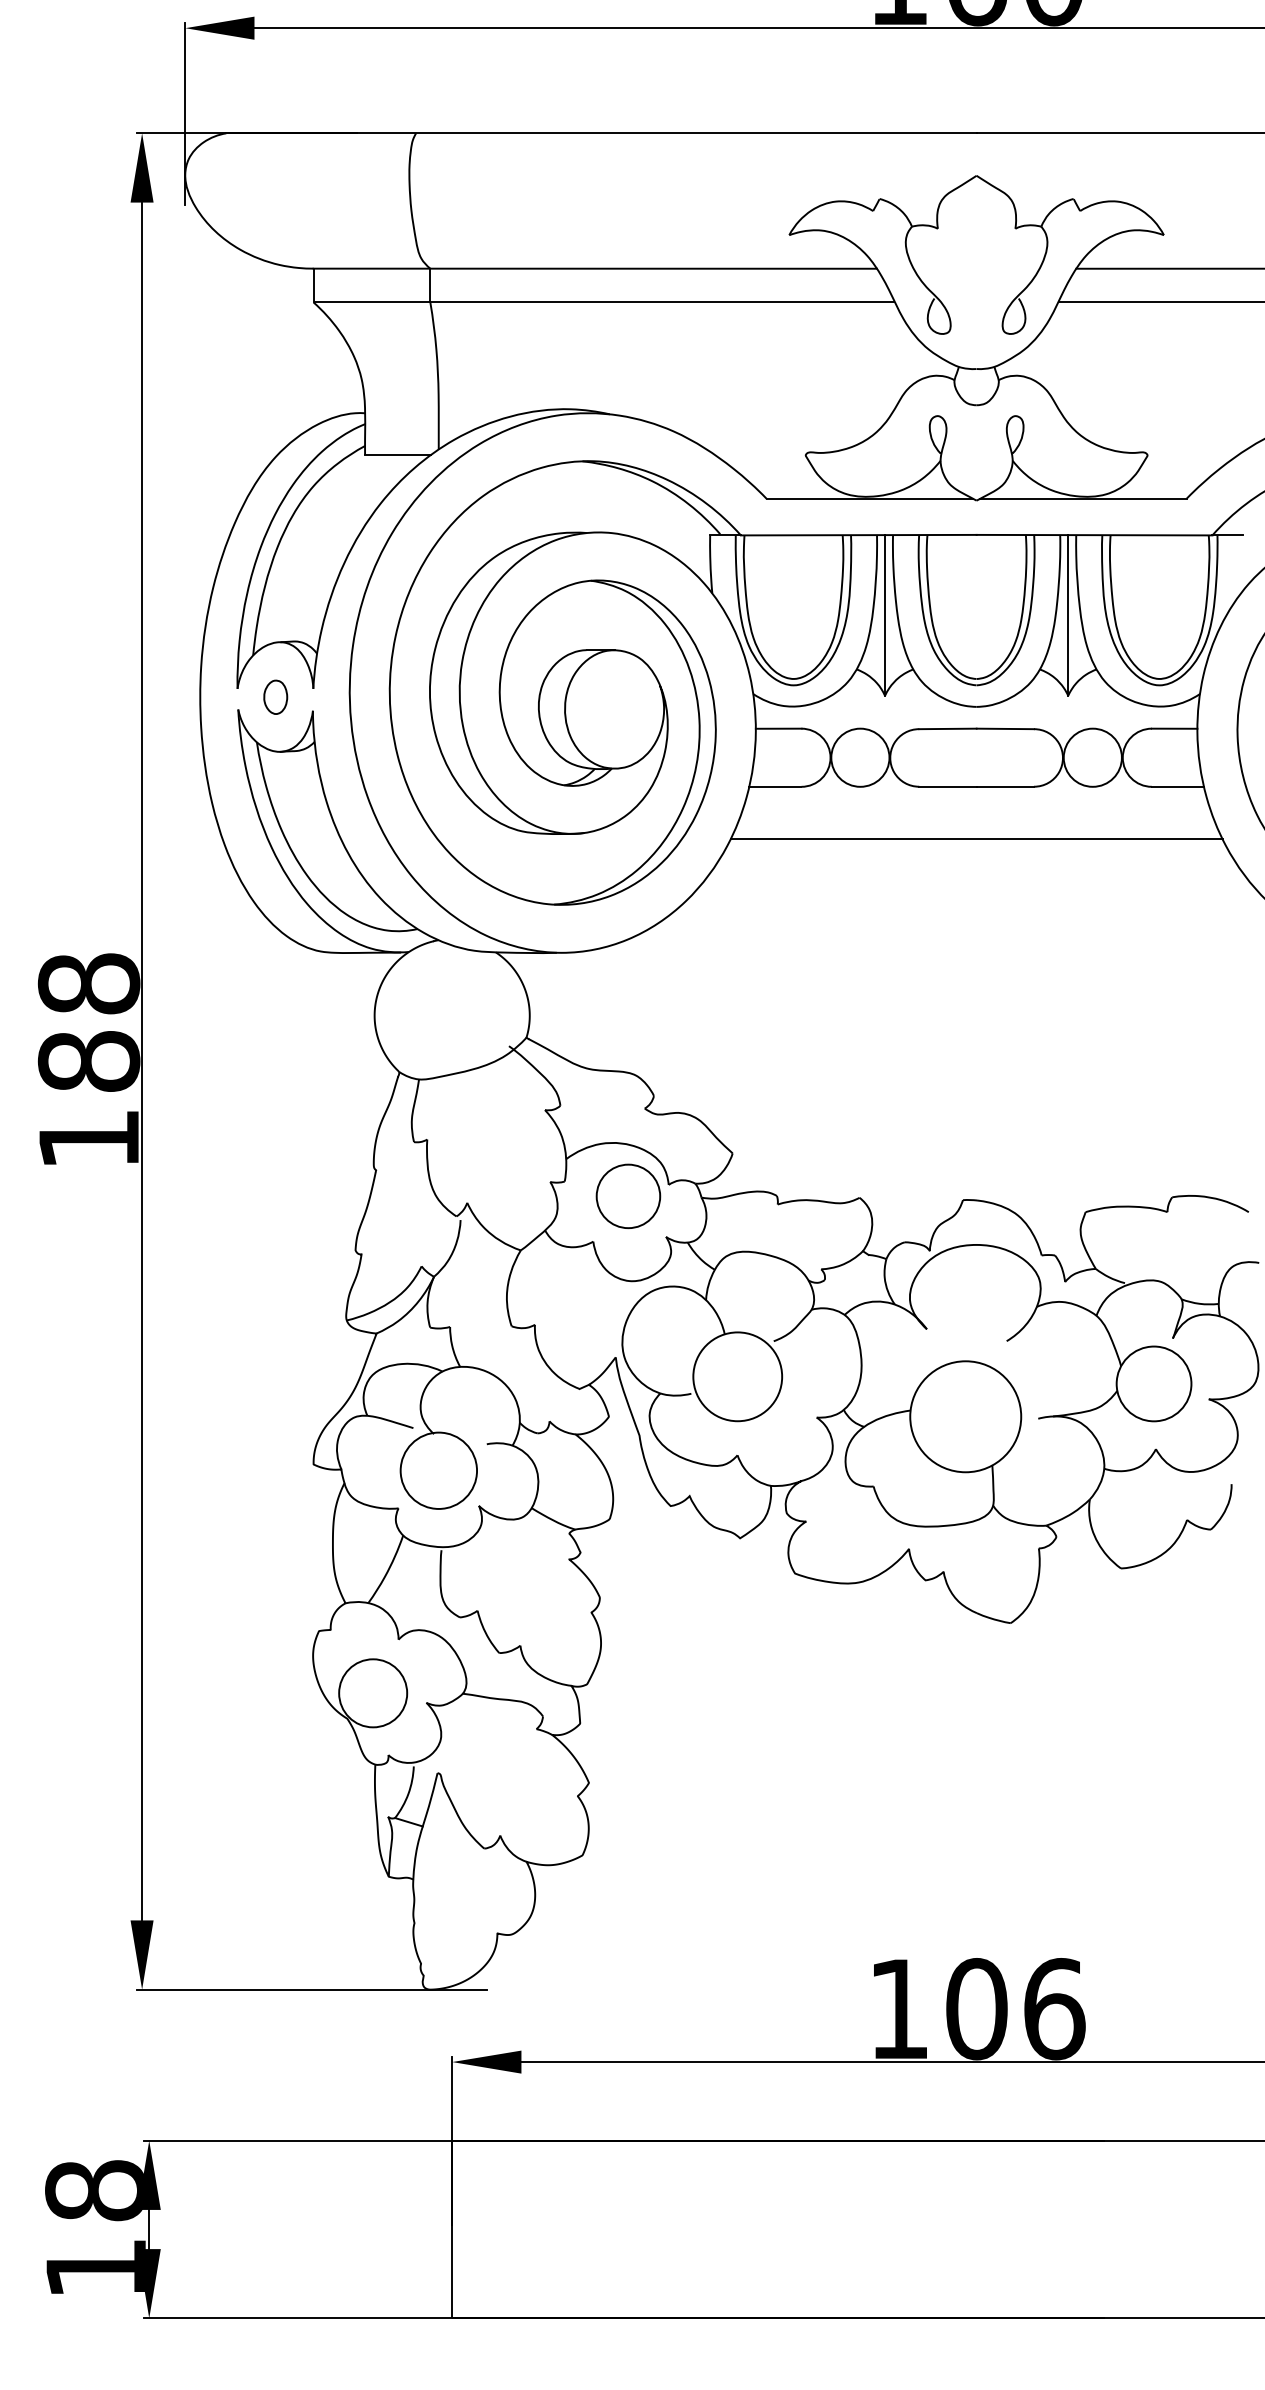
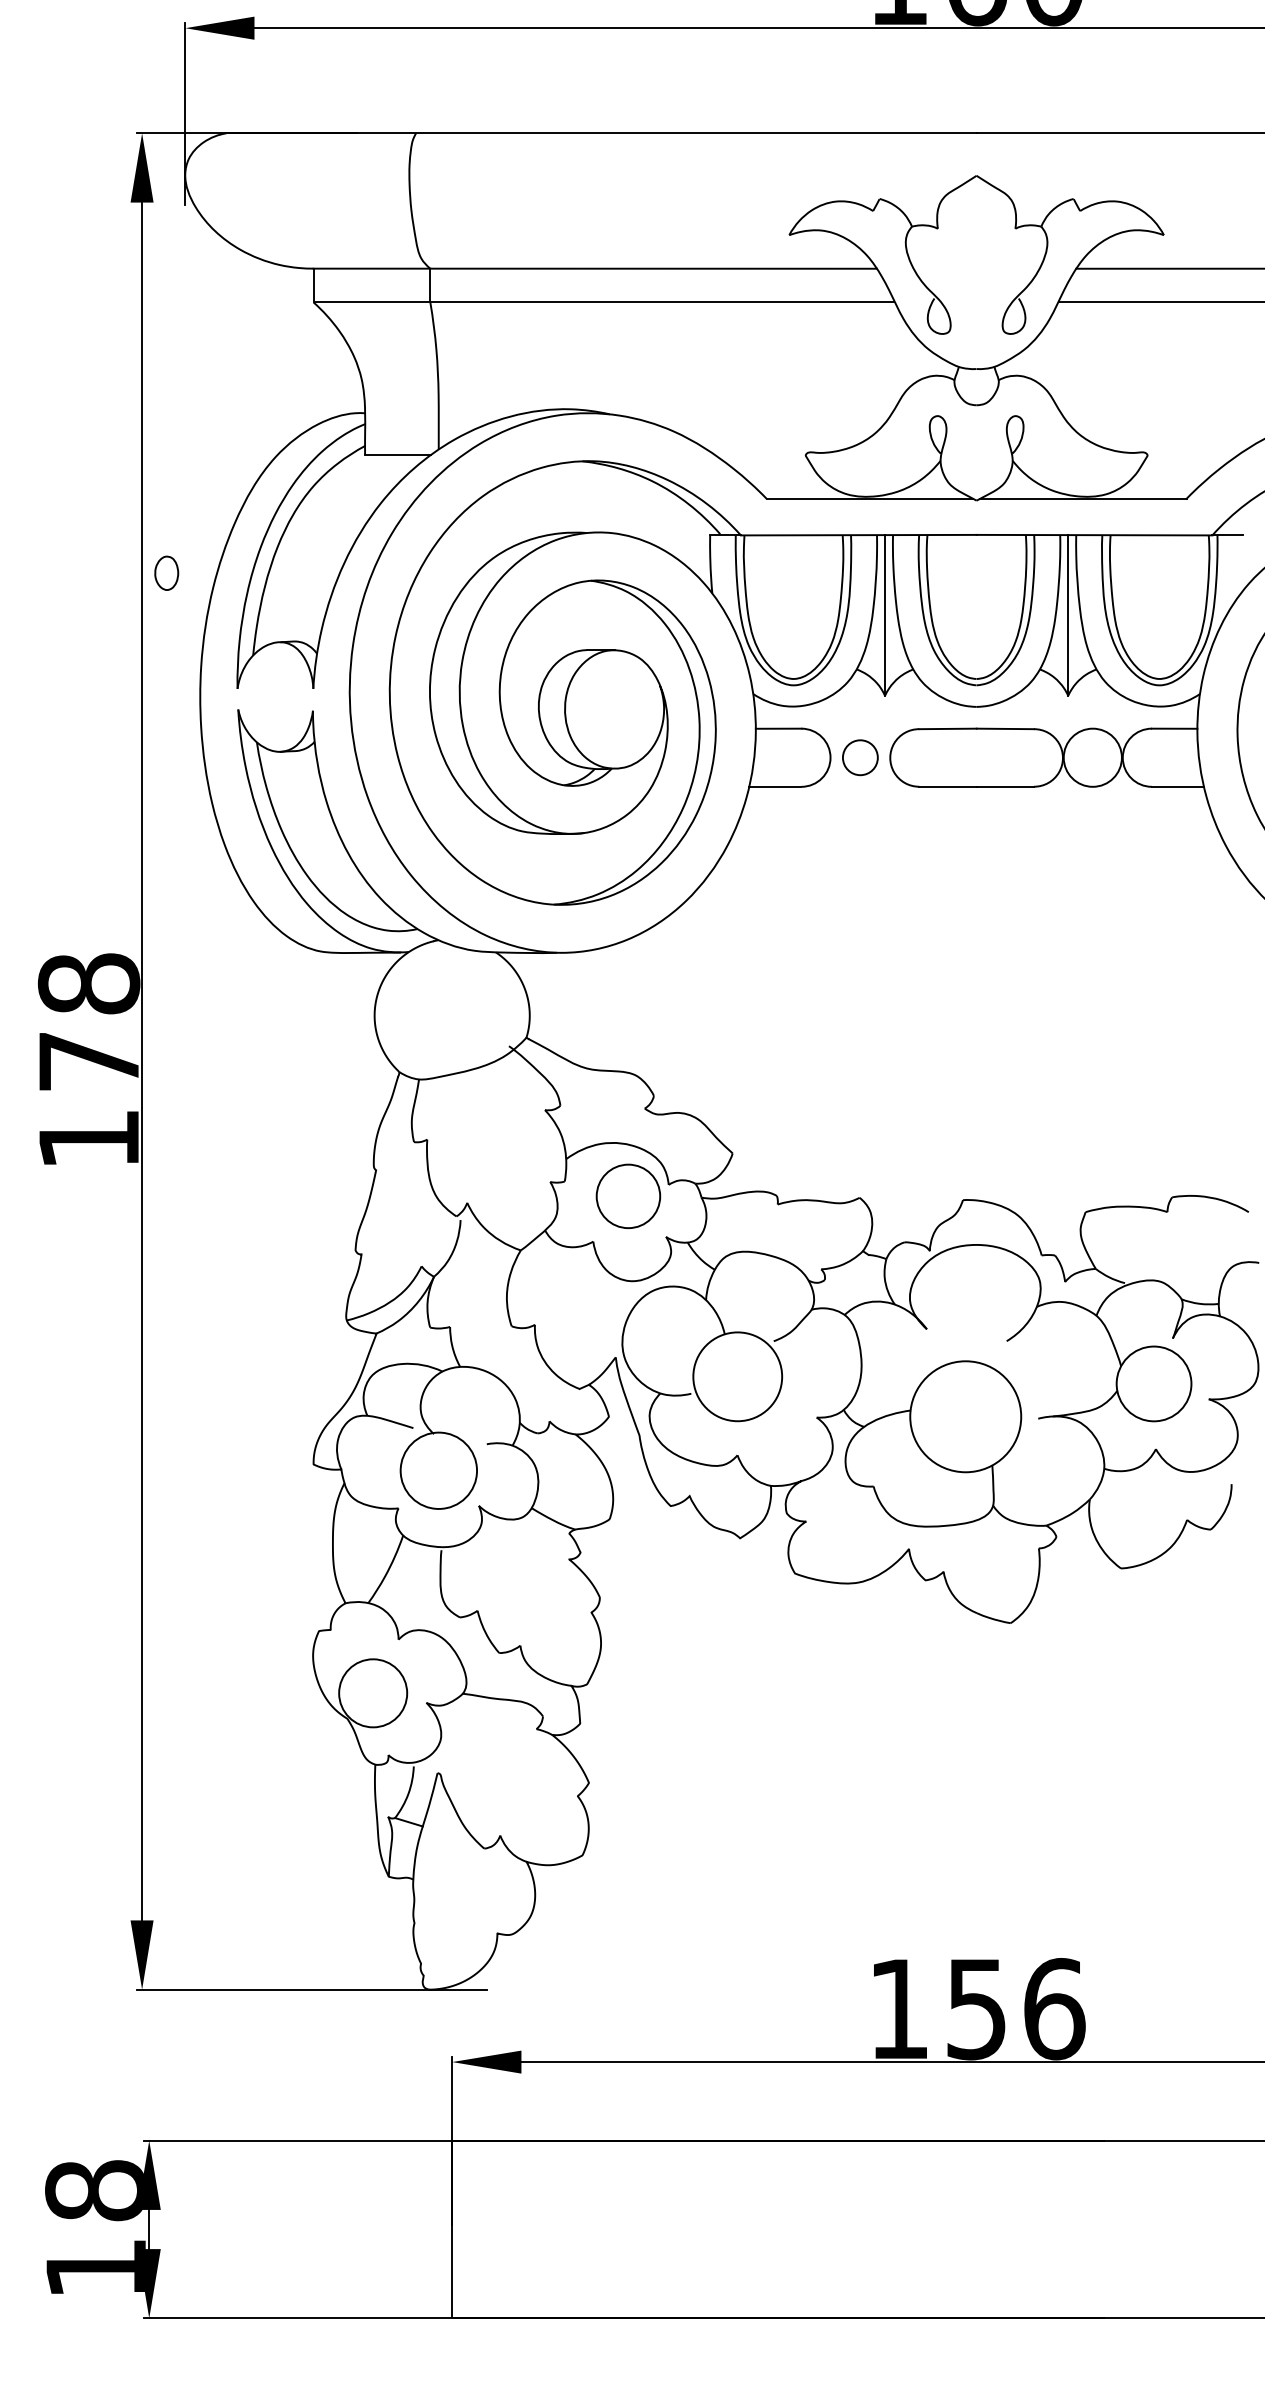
part at (275, 696) position: (275, 696) -> (166, 572)
circle at (860, 757) diameter: 58 px -> 35 px
line at (976, 839): present -> none
text at (88, 1061): 188 -> 178
text at (976, 2009): 106 -> 156
